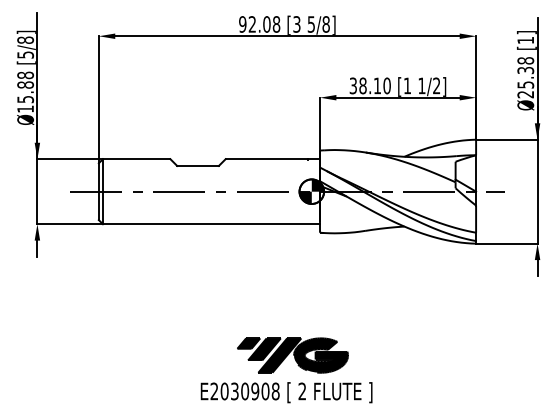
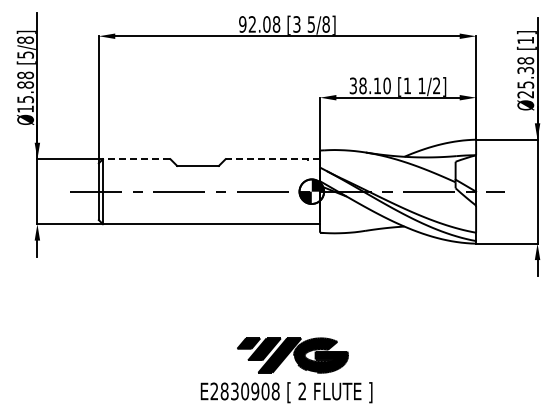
line at (136, 159): solid -> dashed
line at (272, 159): solid -> dashed
text at (224, 391): E2030908 -> E2830908
